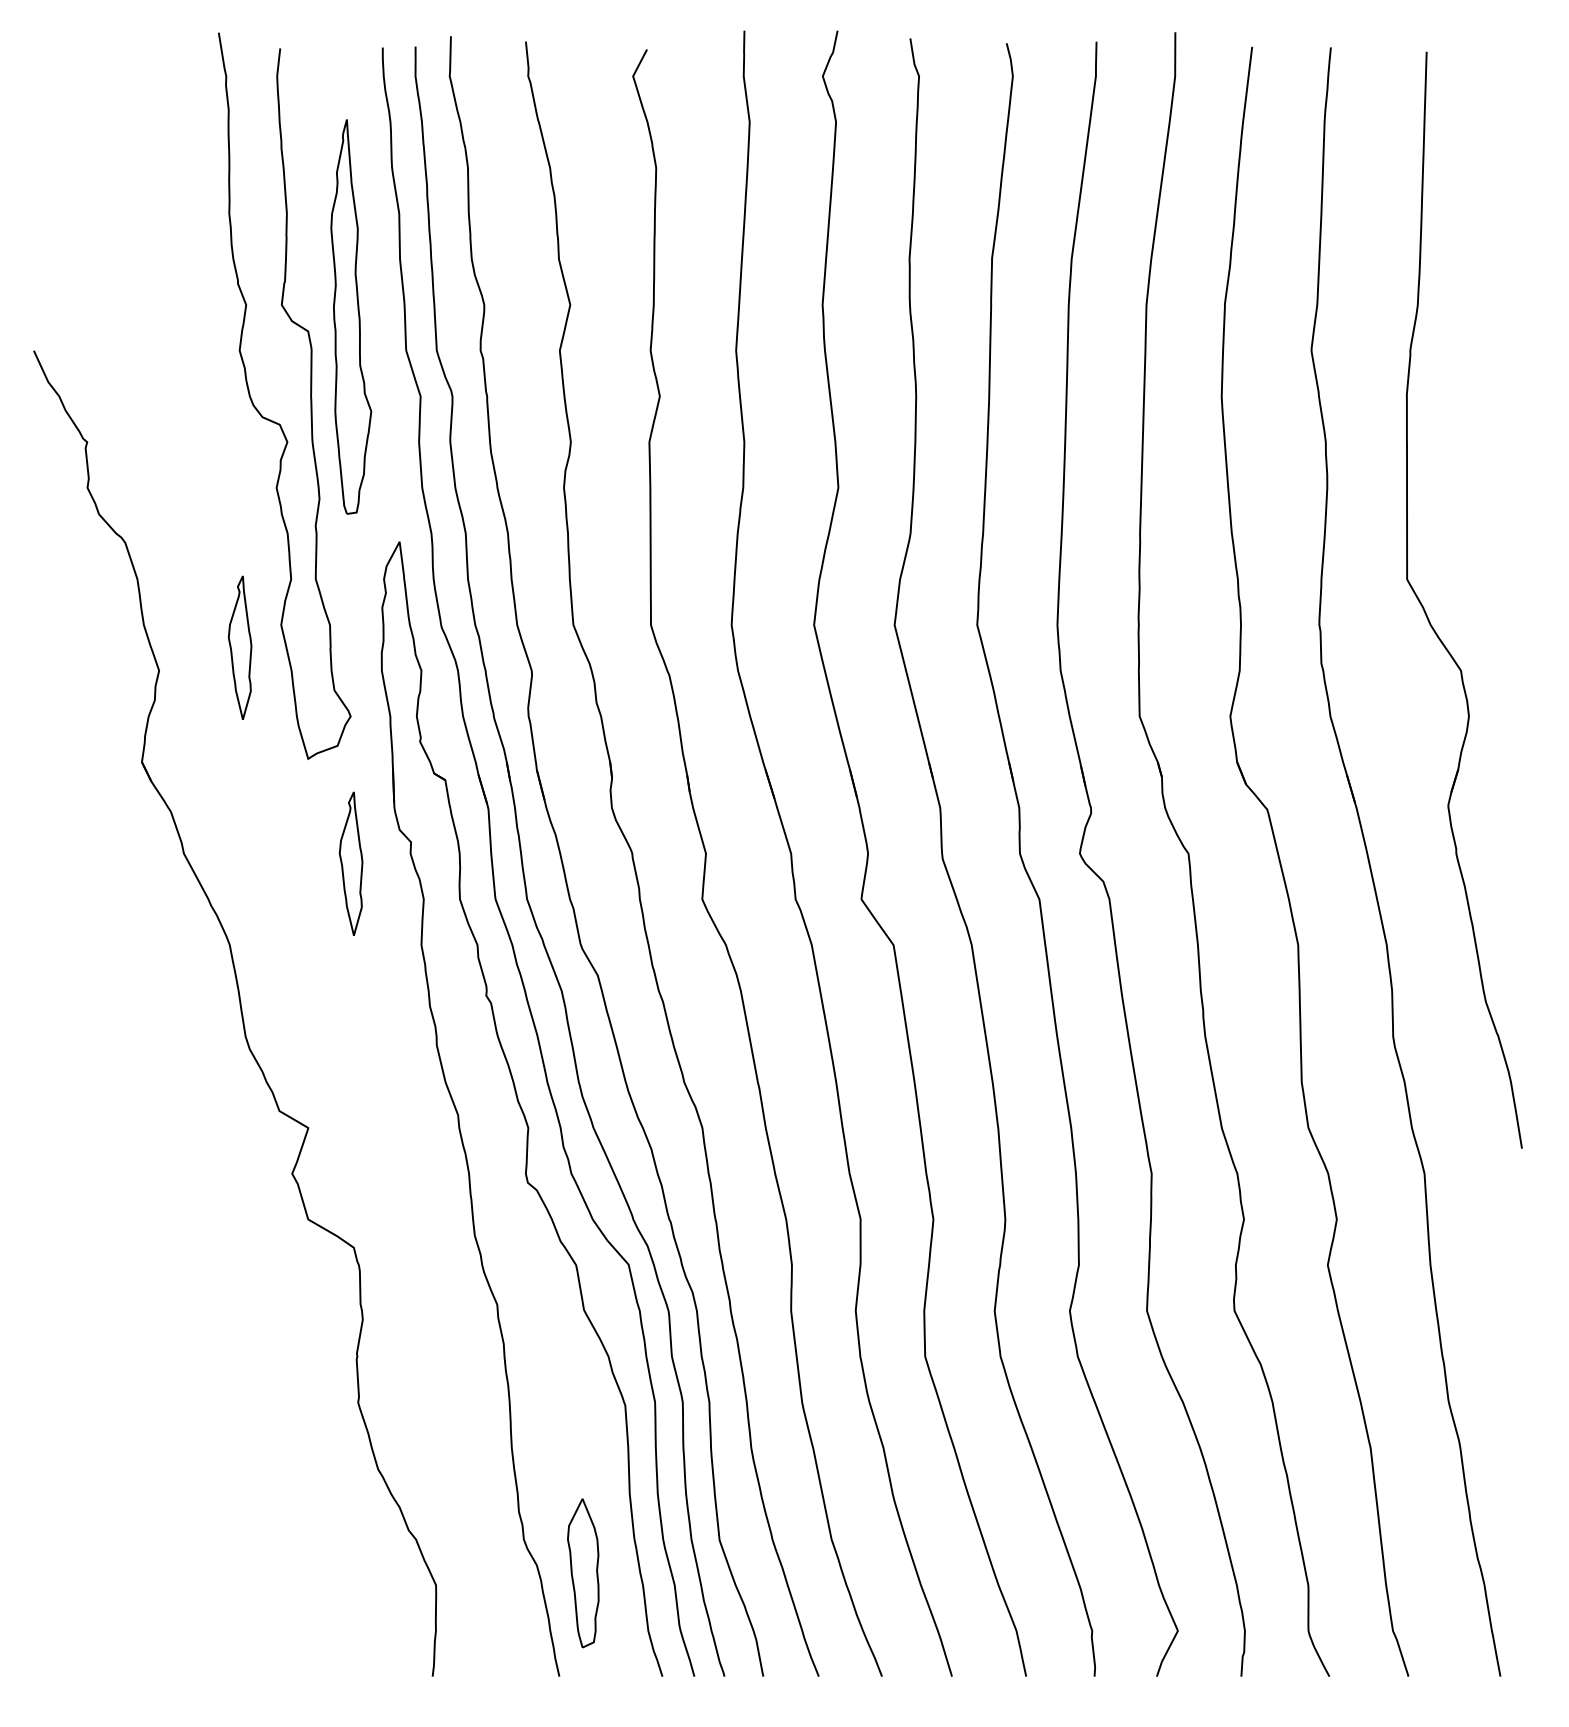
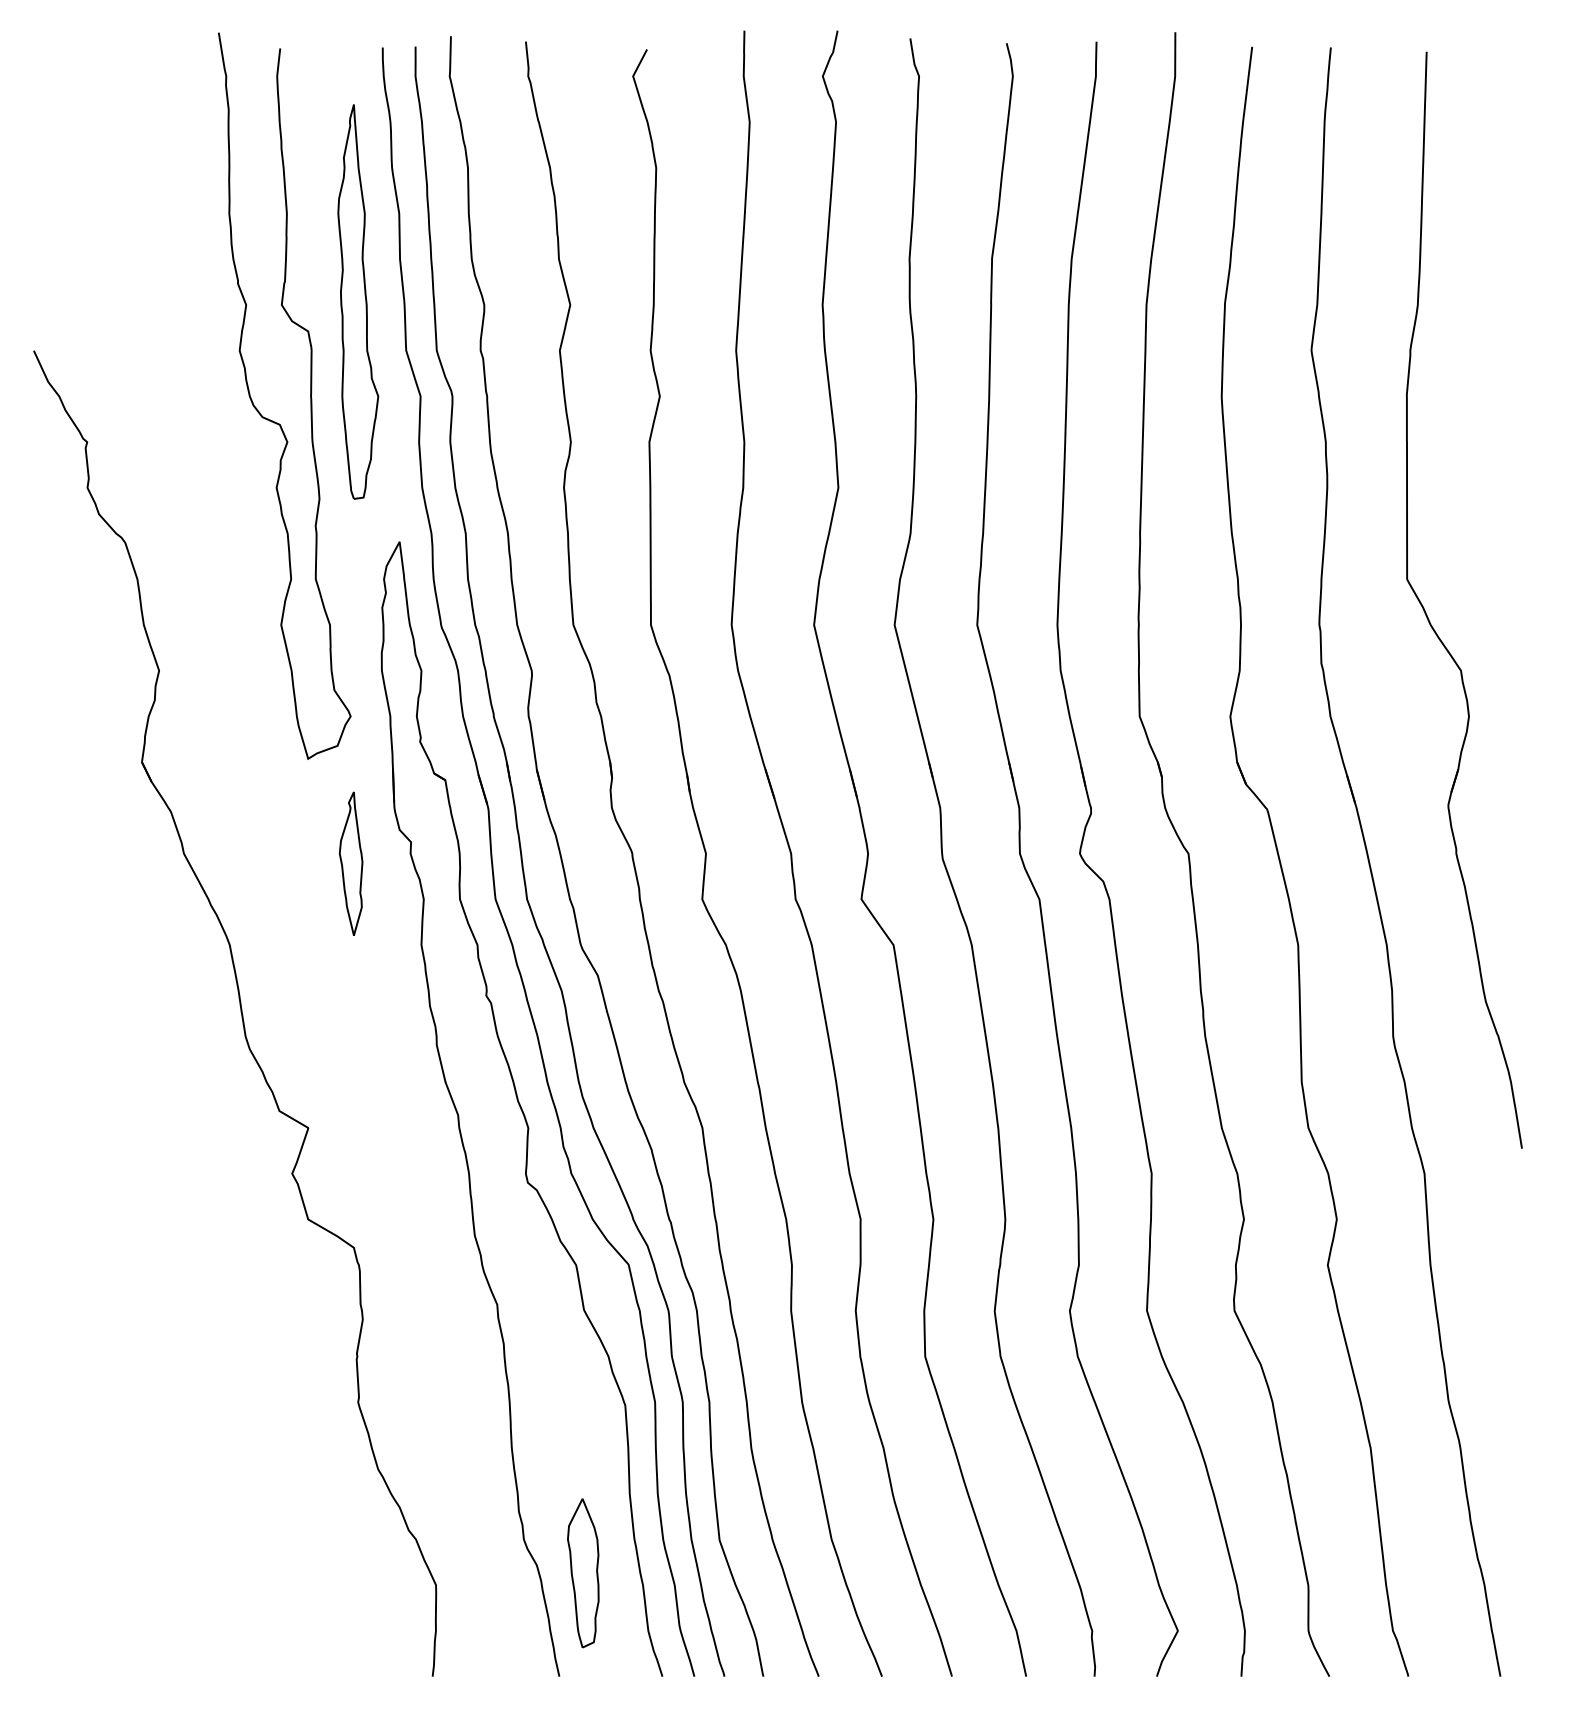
part at (351, 316) position: (351, 316) -> (358, 301)
part at (239, 647): present -> none
